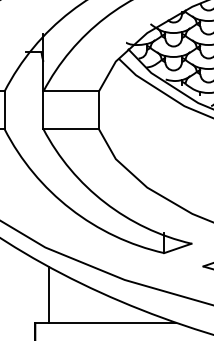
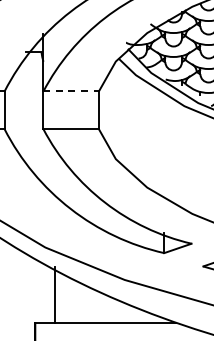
line at (71, 91): solid -> dashed
line at (49, 294) position: (49, 294) -> (55, 294)
